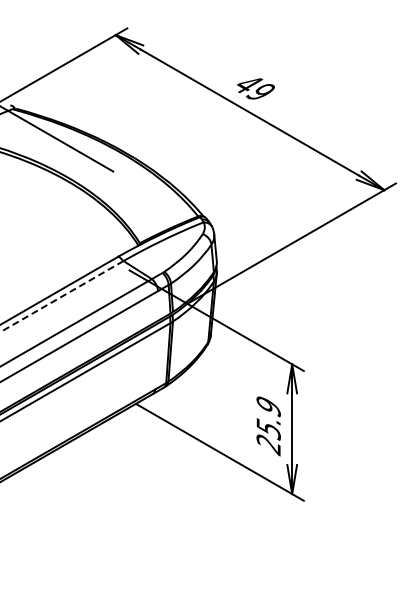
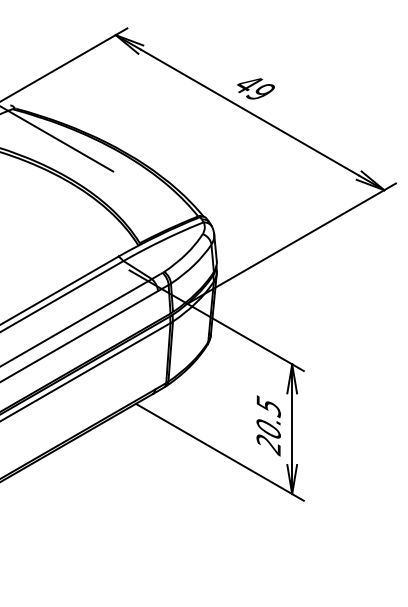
line at (62, 296): dashed -> solid
text at (268, 417): 25.9 -> 20.5
